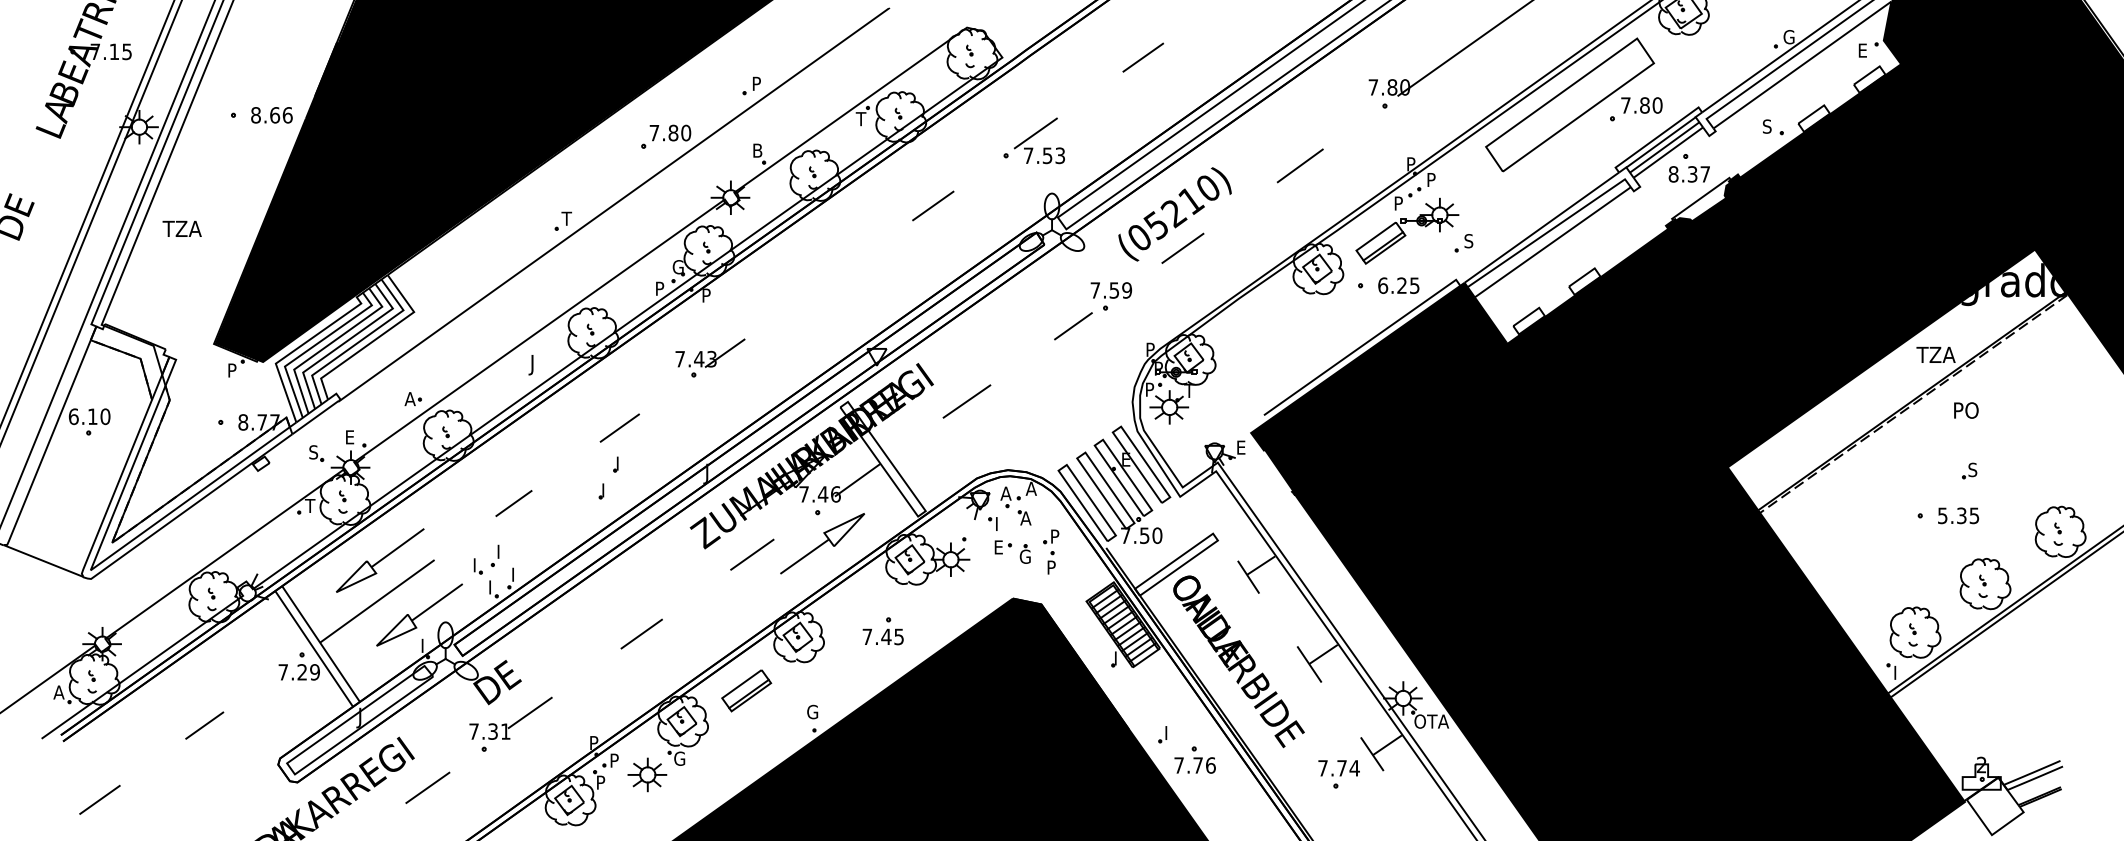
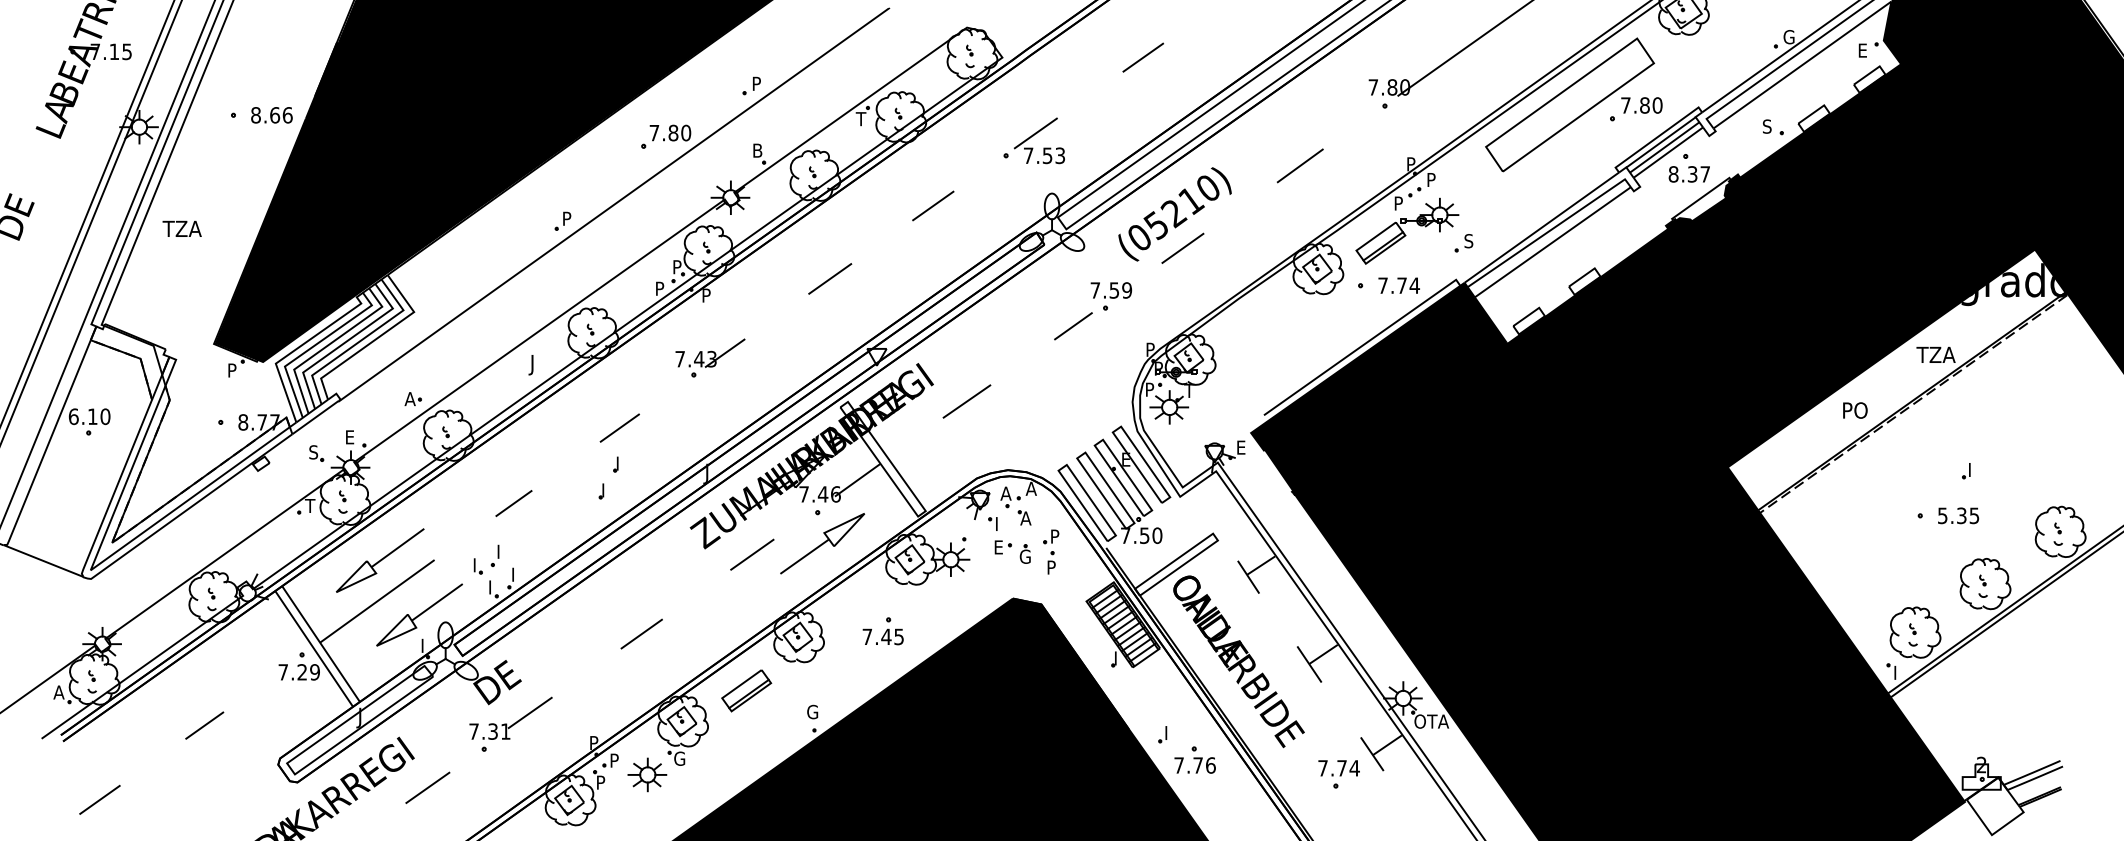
text at (566, 218): T -> P
text at (677, 267): G -> P
line at (830, 278): none -> present
text at (1398, 285): 6.25 -> 7.74
text at (1966, 410) position: (1966, 410) -> (1855, 410)
text at (1972, 469): S -> I
